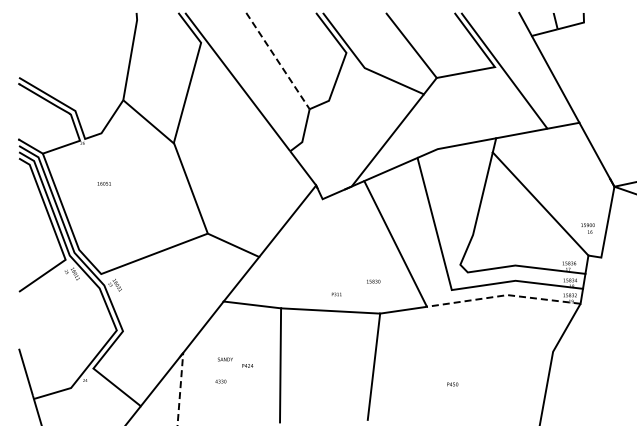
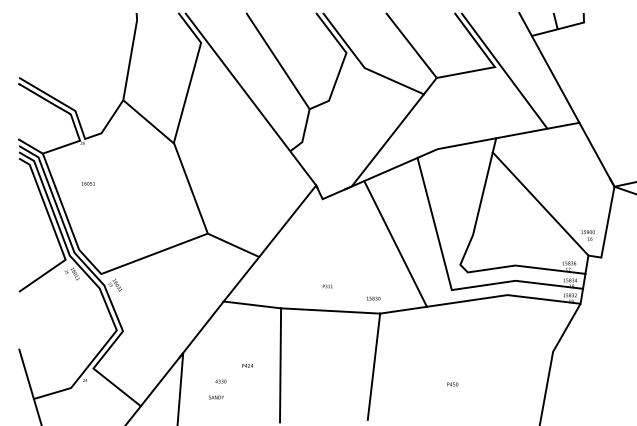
line at (277, 60): dashed -> solid
text at (103, 183) position: (103, 183) -> (87, 183)
text at (587, 228) position: (587, 228) -> (587, 235)
text at (373, 281) position: (373, 281) -> (373, 298)
text at (336, 294) position: (336, 294) -> (327, 286)
line at (503, 295): dashed -> solid
text at (224, 359) position: (224, 359) -> (215, 397)
line at (180, 384): dashed -> solid
